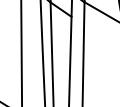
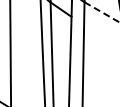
line at (102, 12): solid -> dashed
line at (21, 52) position: (21, 52) -> (10, 52)
